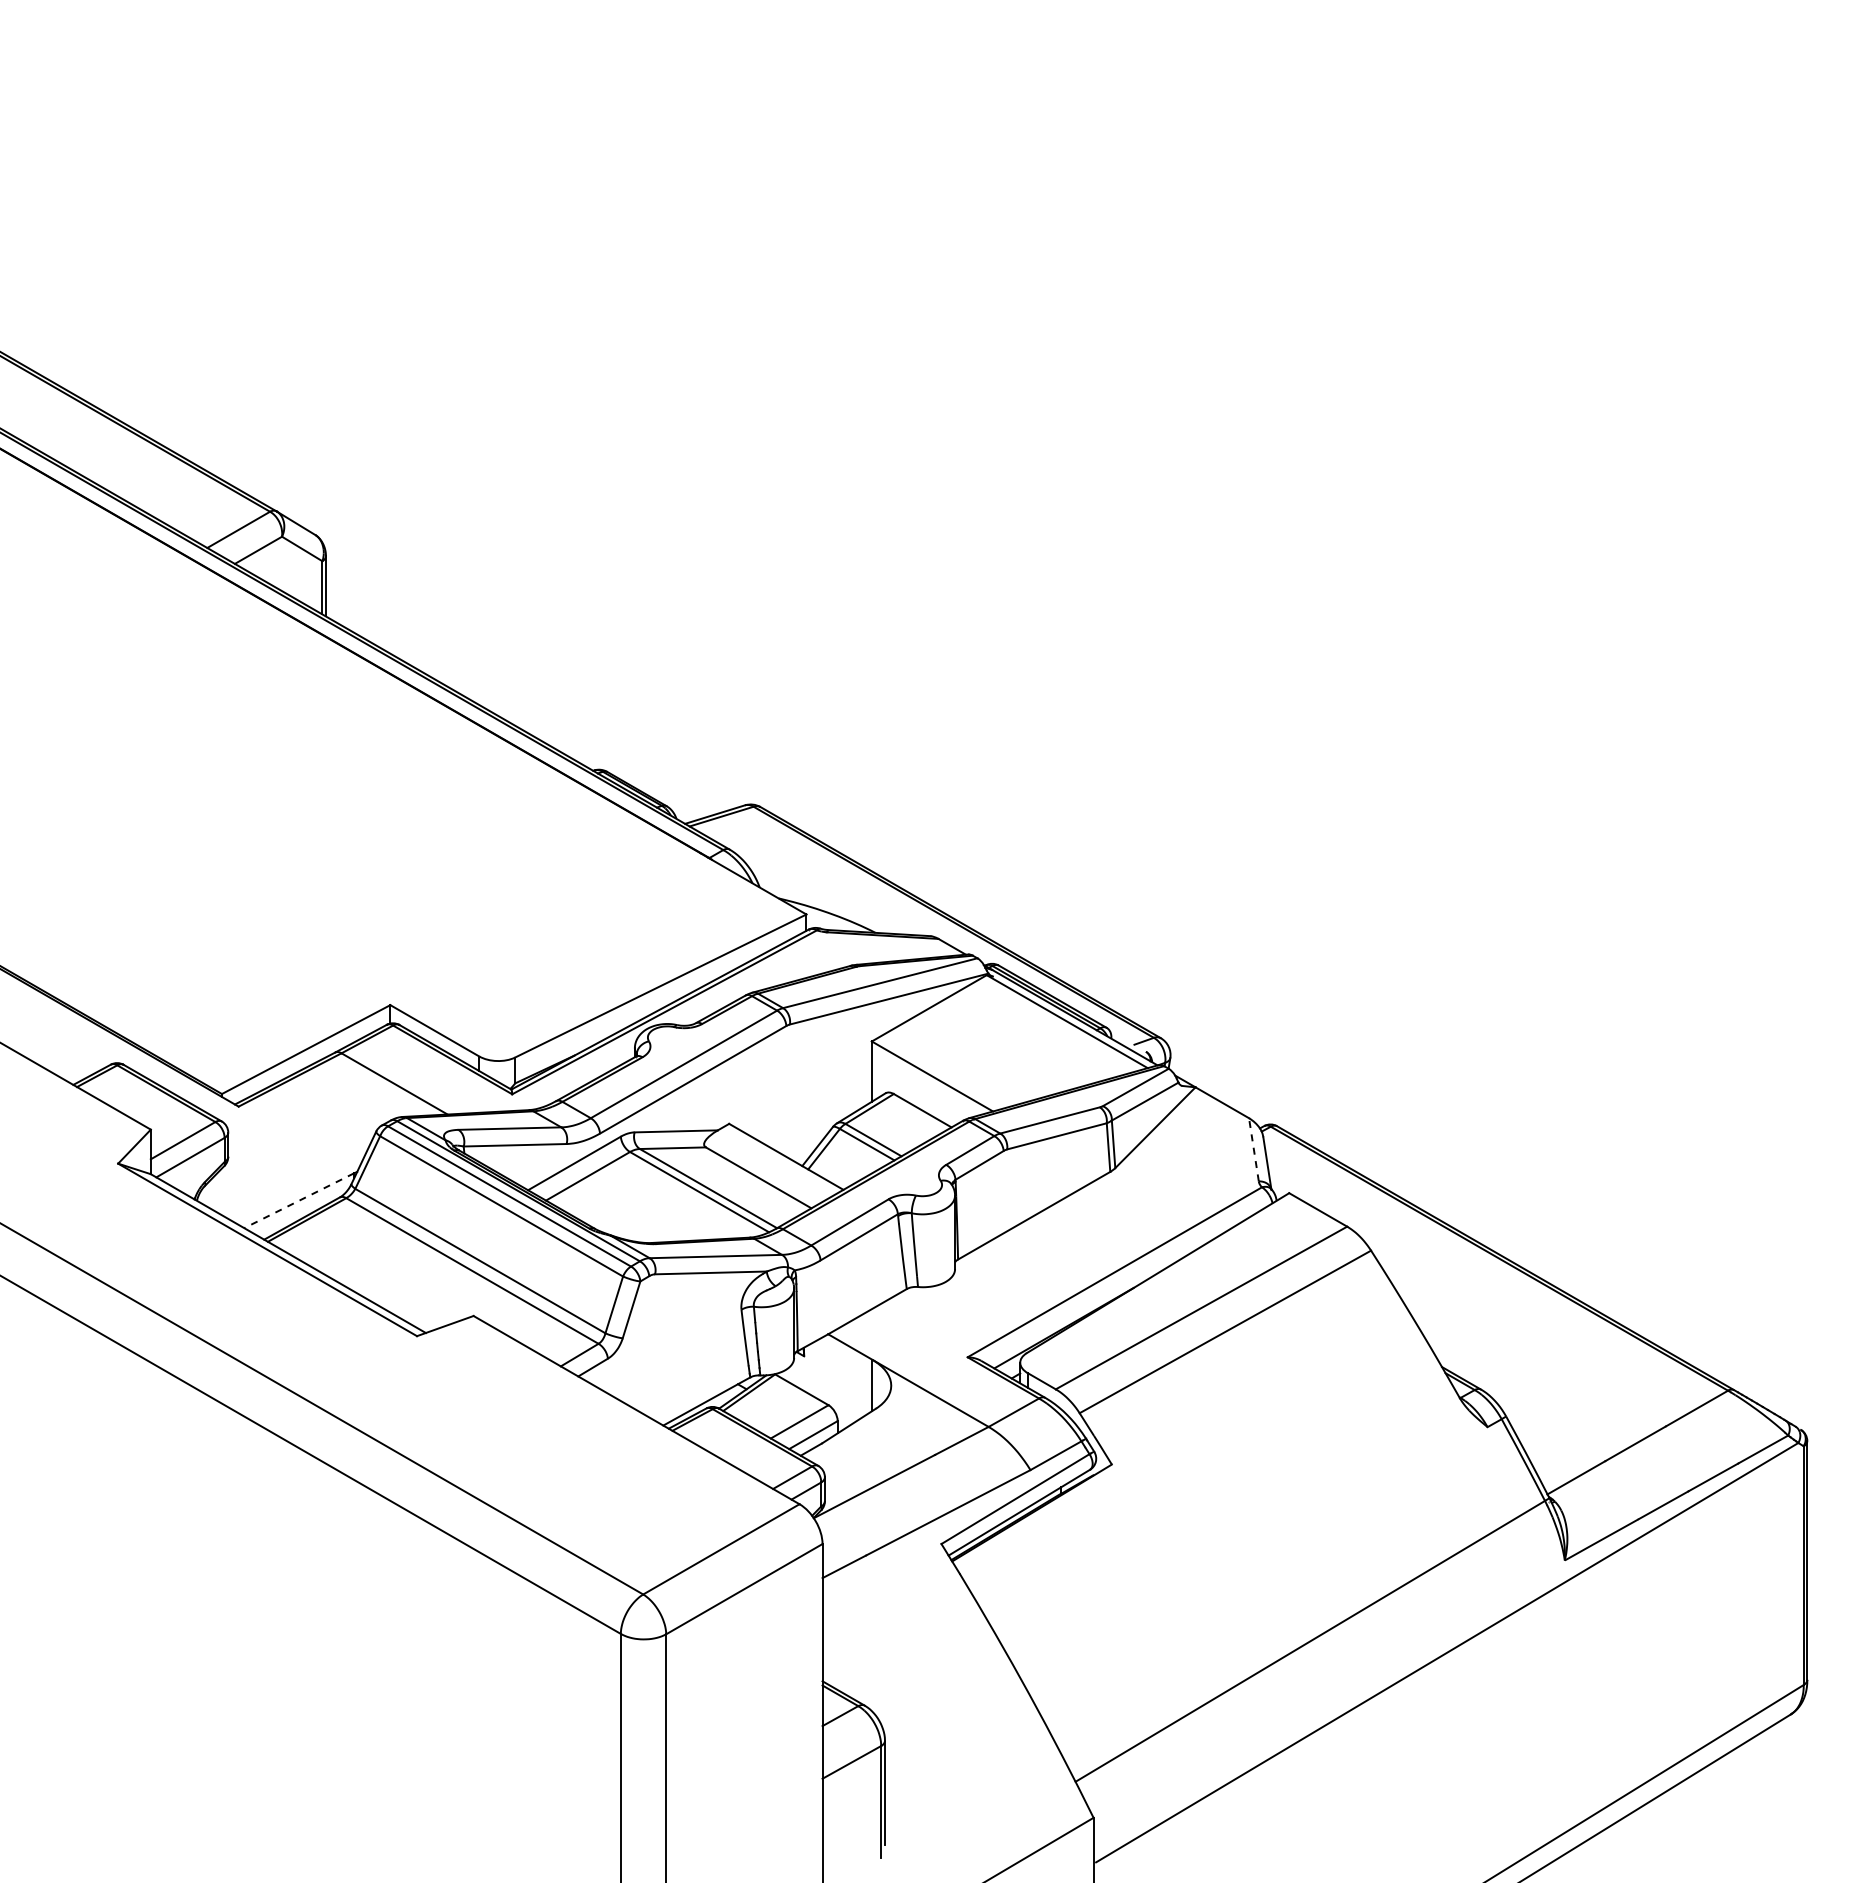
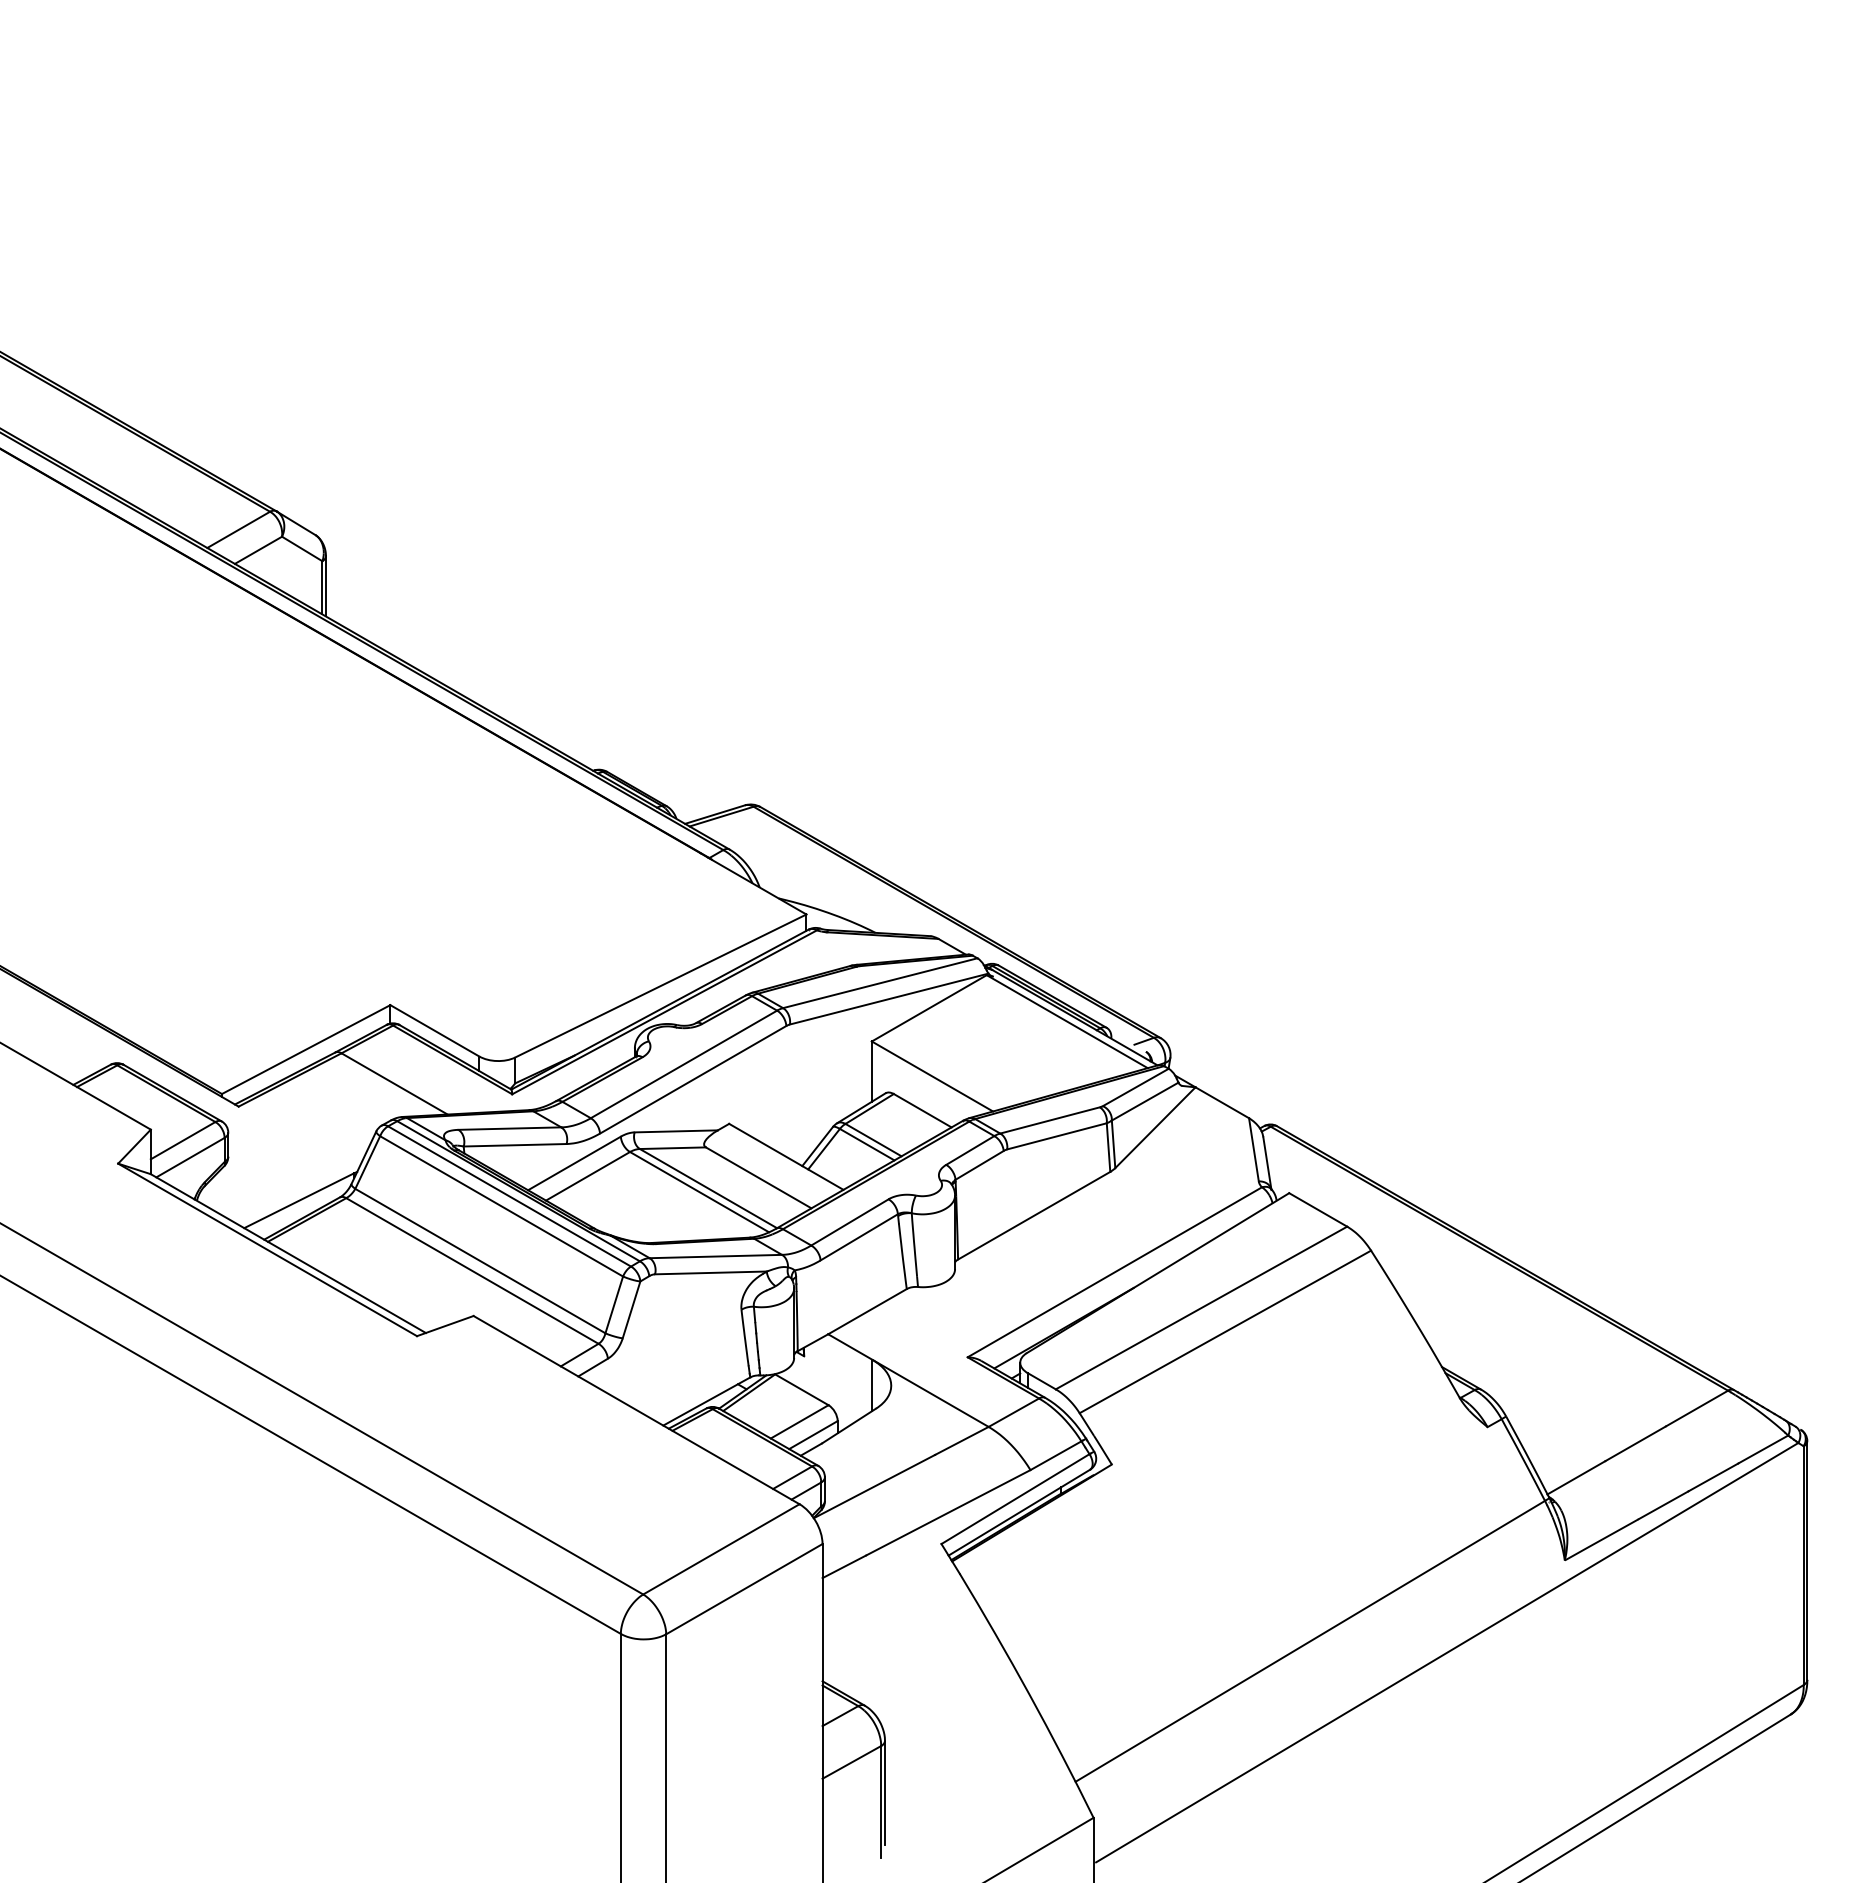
line at (1253, 1149): dashed -> solid
line at (298, 1200): dashed -> solid
